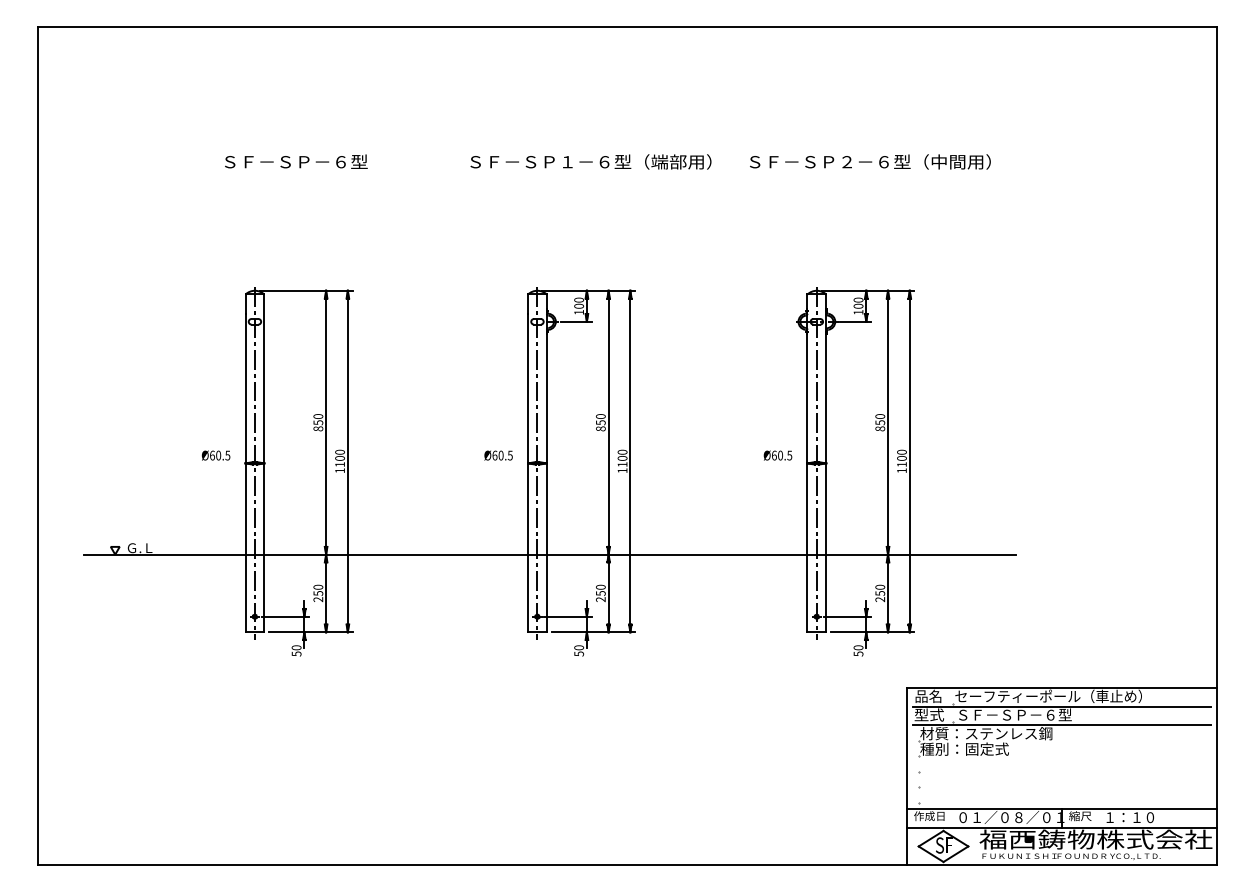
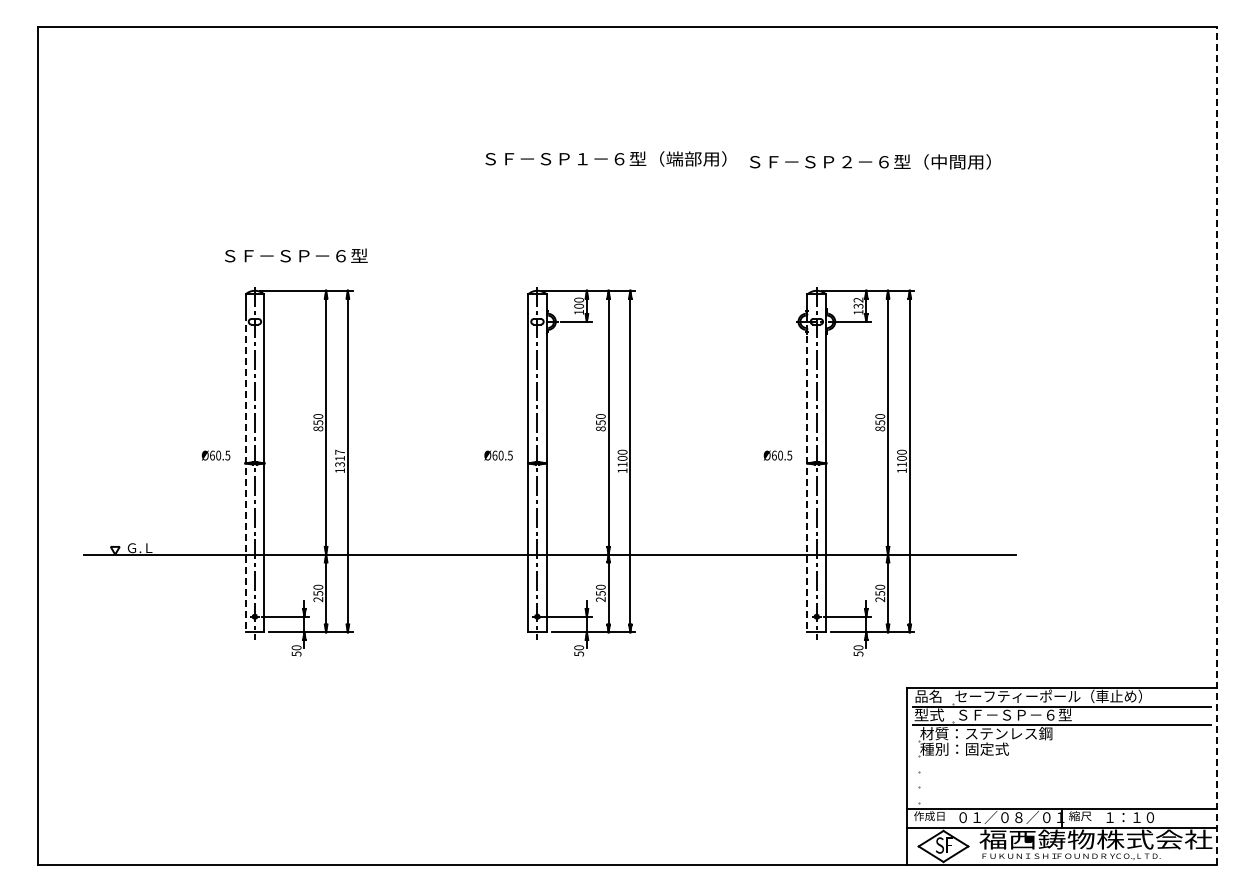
text at (296, 161) position: (296, 161) -> (296, 255)
text at (590, 161) position: (590, 161) -> (605, 158)
text at (858, 302): 100 -> 132
line at (1217, 445): solid -> dashed
text at (339, 458): 1100 -> 1317
line at (245, 473): solid -> dashed
line at (807, 473): solid -> dashed
